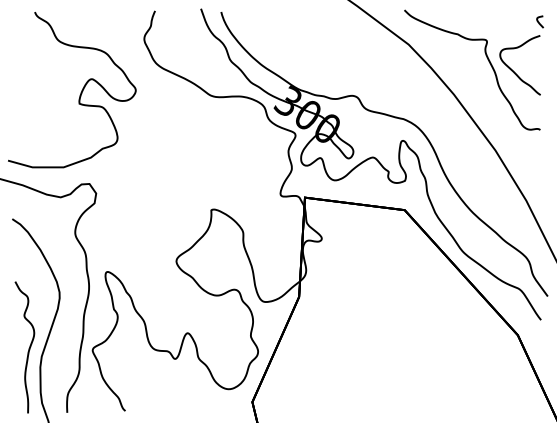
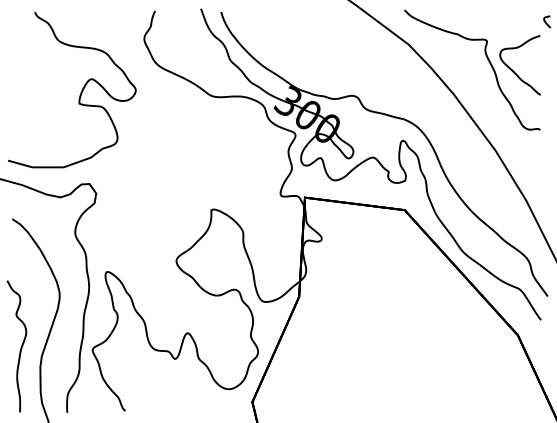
curve at (539, 21) position: (539, 21) -> (546, 21)
curve at (28, 348) position: (28, 348) -> (20, 347)
